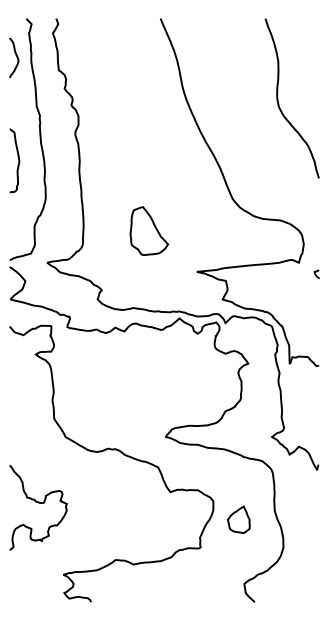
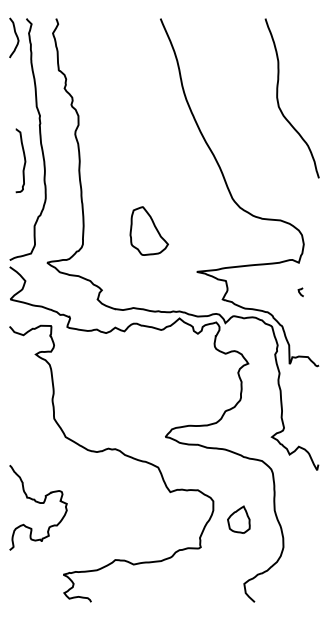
curve at (16, 57) position: (16, 57) -> (16, 37)
curve at (18, 160) position: (18, 160) -> (24, 160)
curve at (316, 274) position: (316, 274) -> (300, 292)
